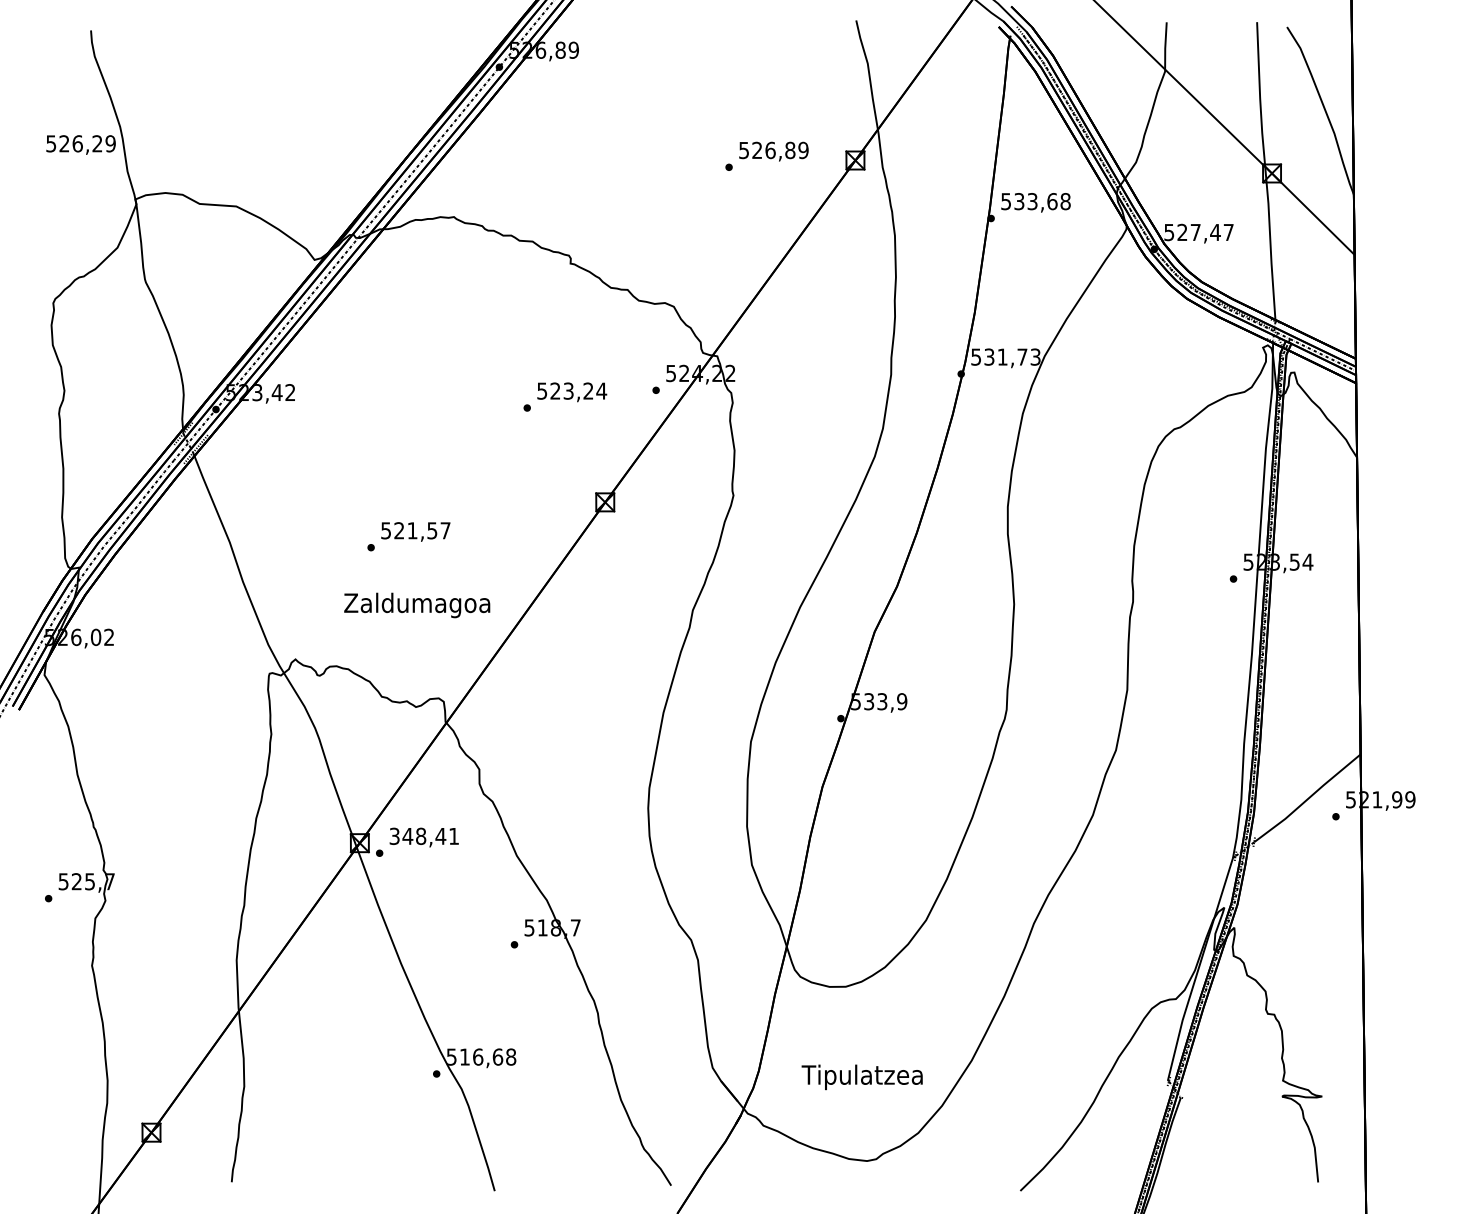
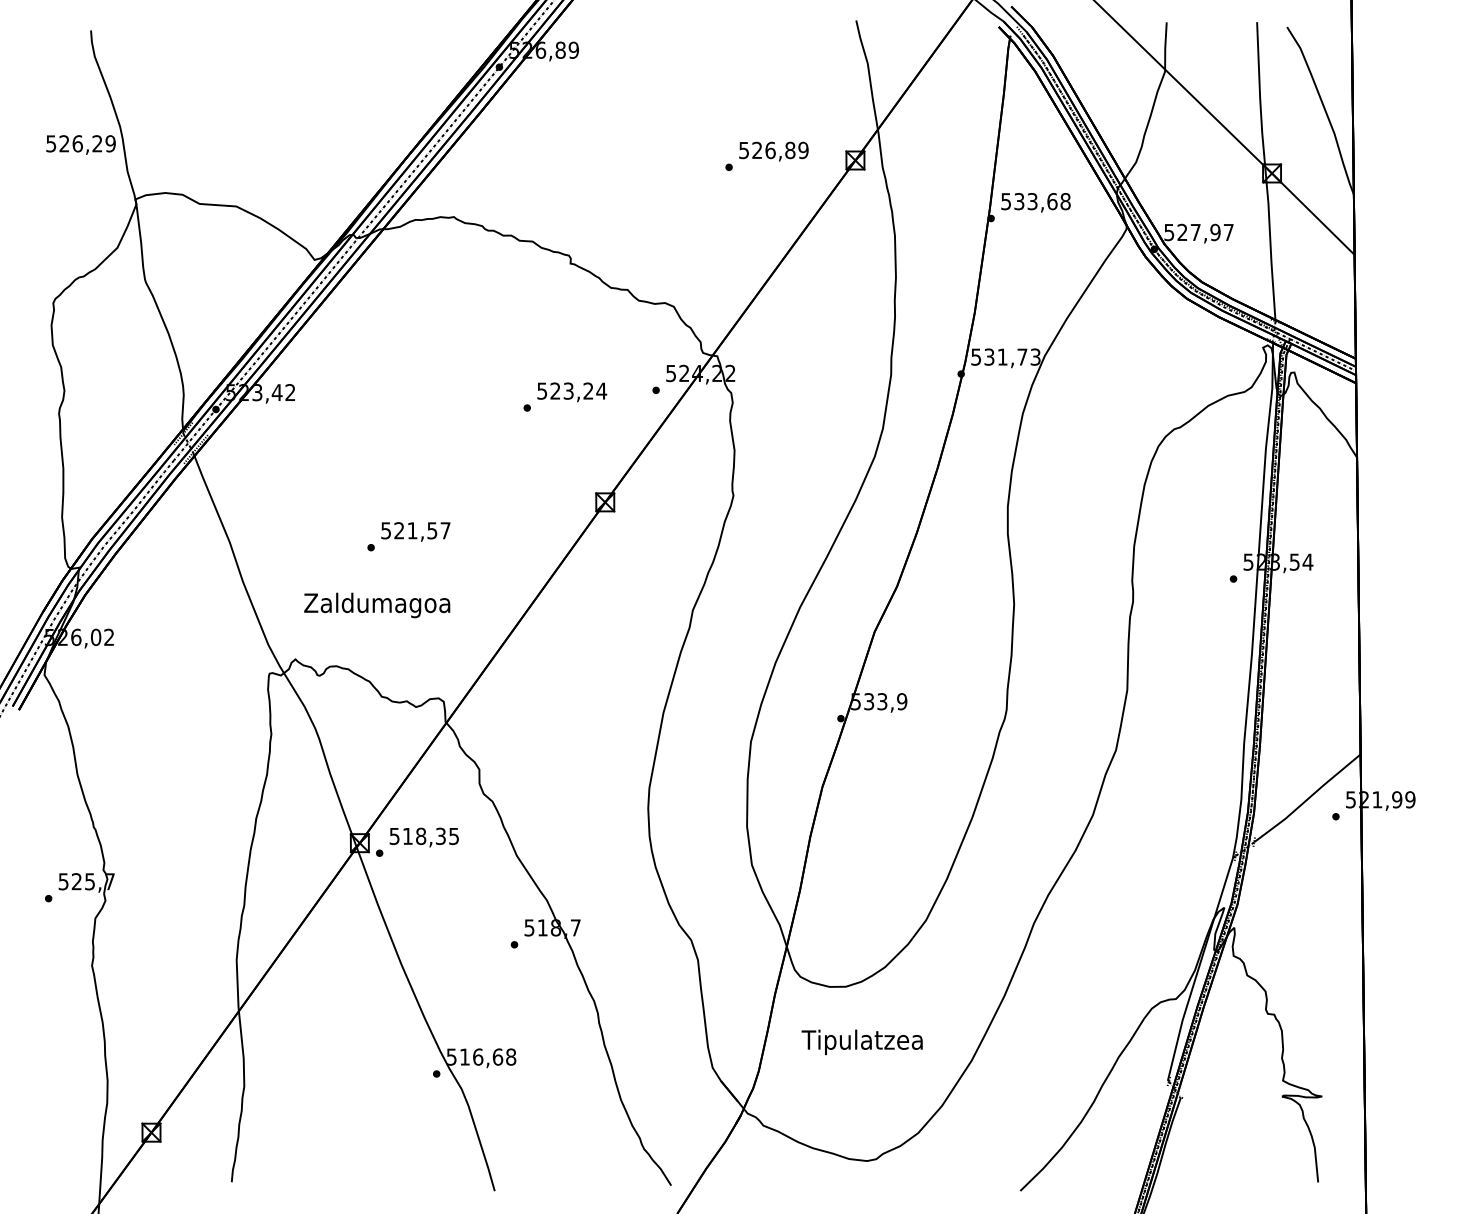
text at (1215, 232): 527,47 -> 527,97
text at (417, 605) position: (417, 605) -> (377, 605)
text at (424, 836): 348,41 -> 518,35
text at (861, 1077) position: (861, 1077) -> (861, 1042)
